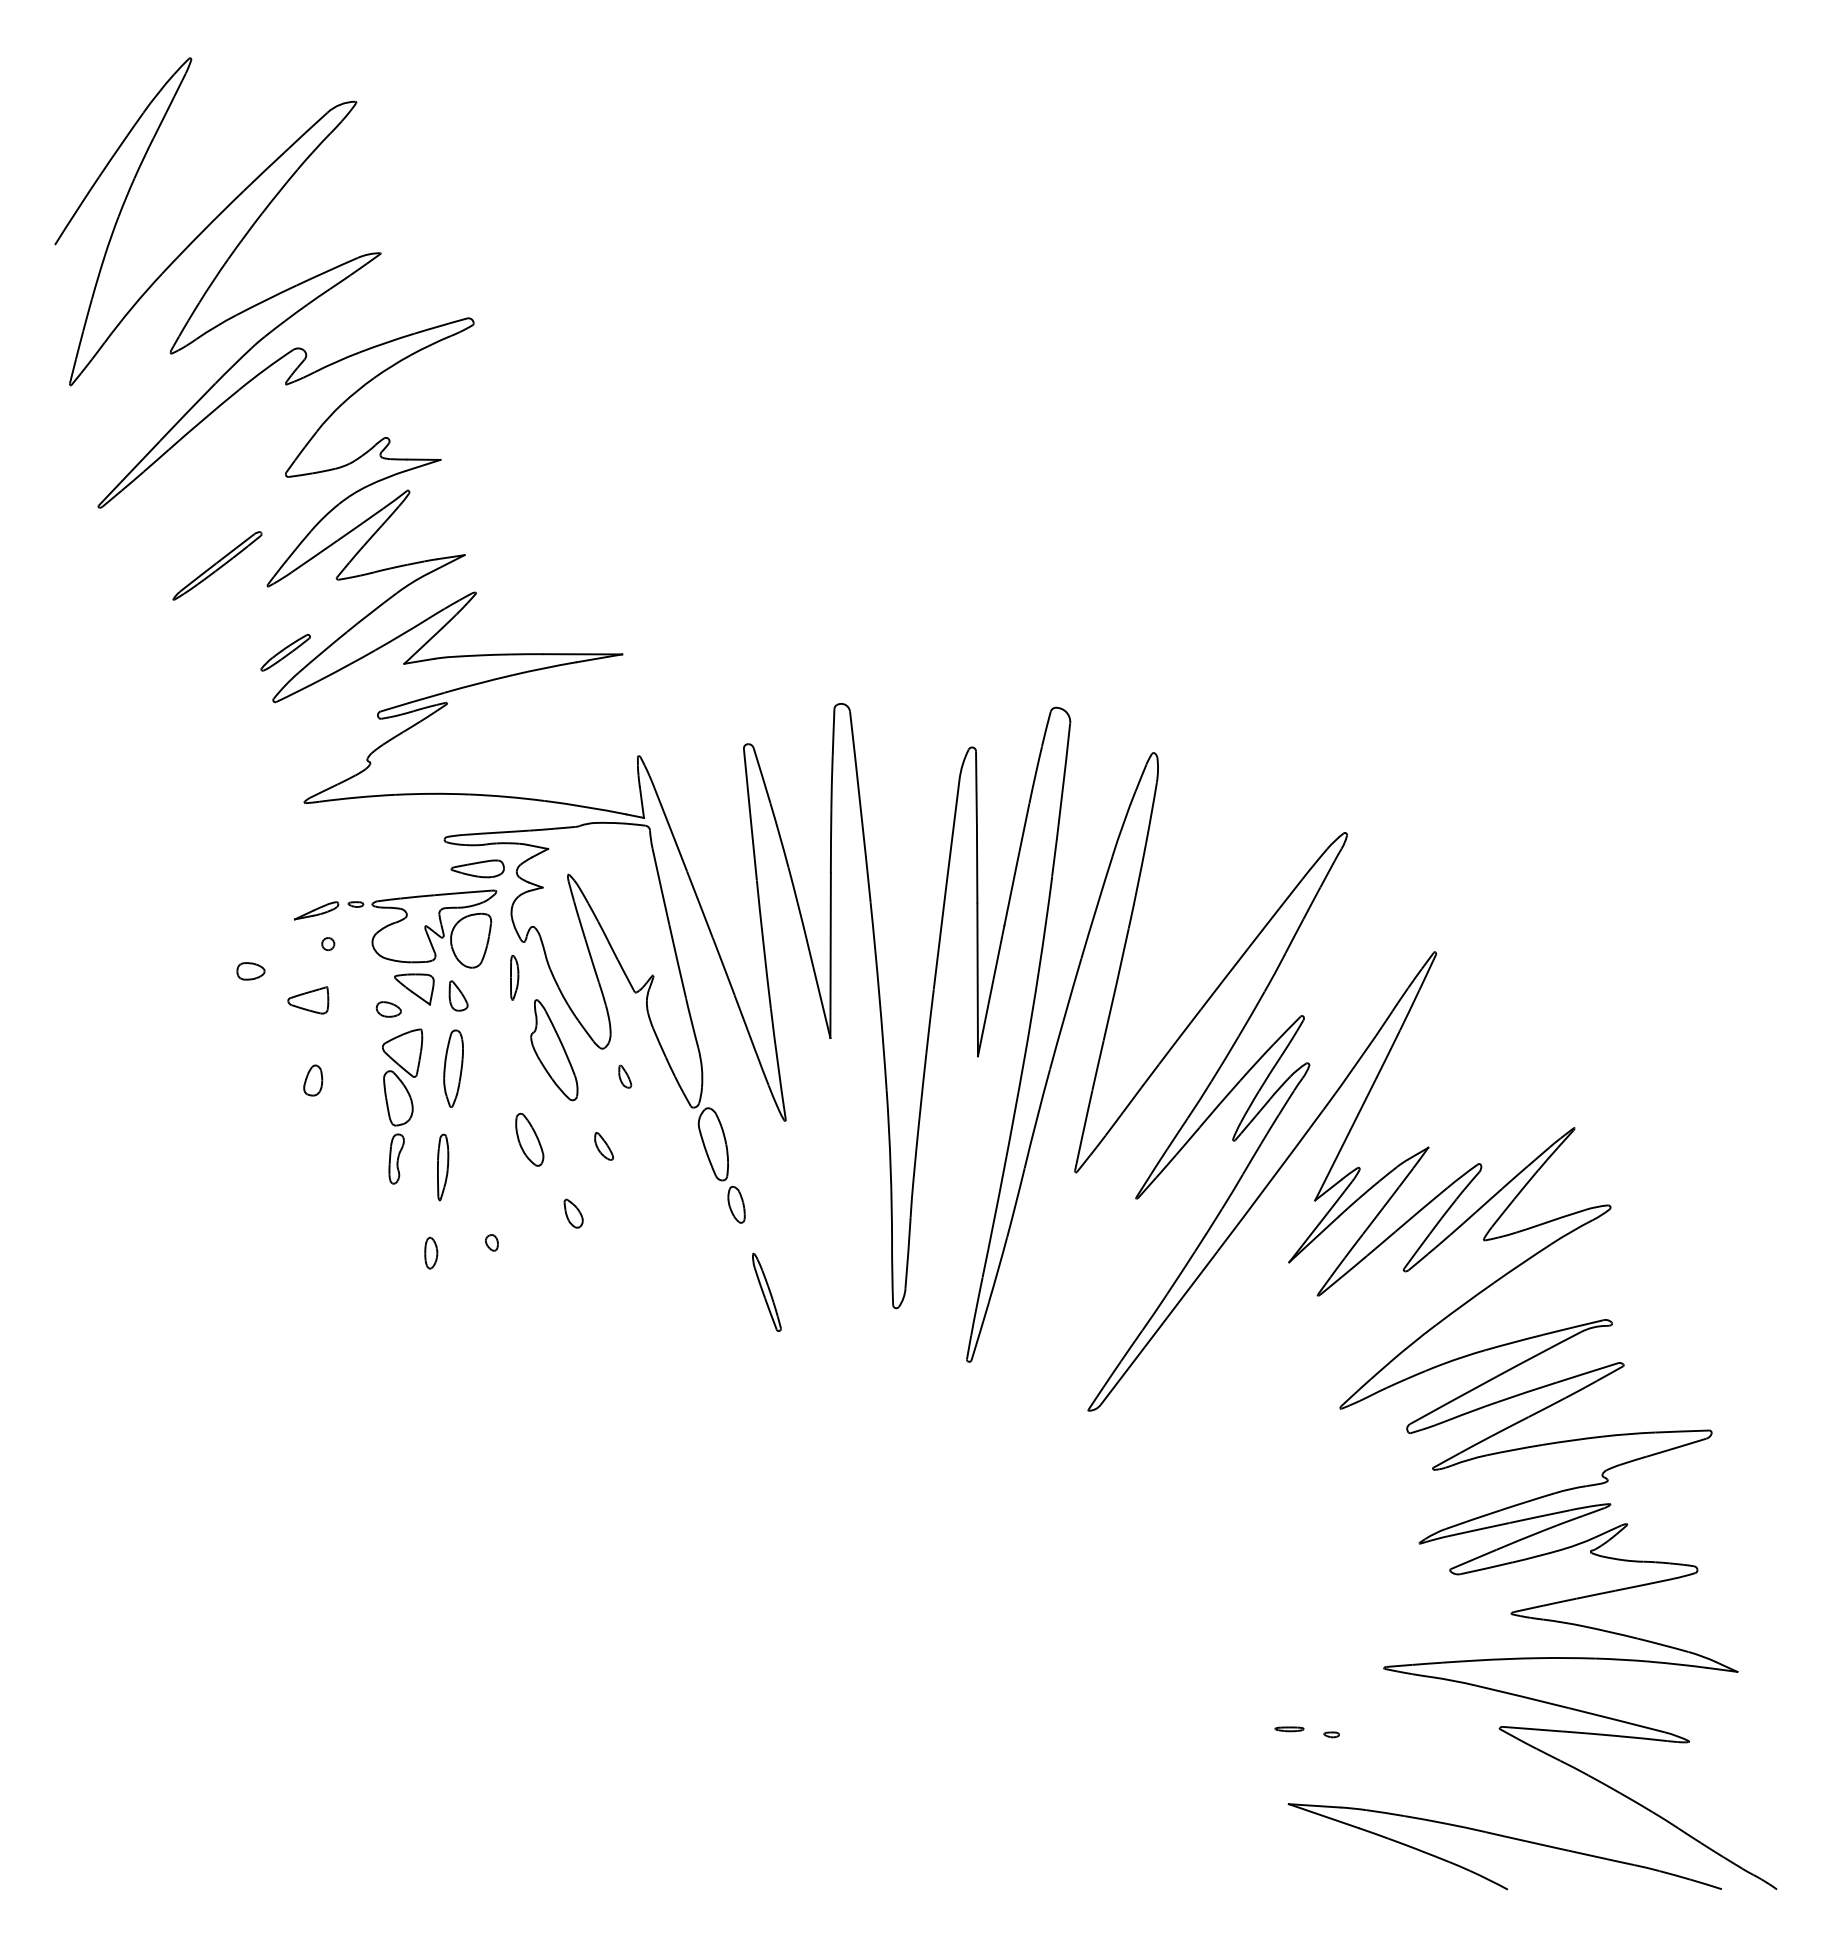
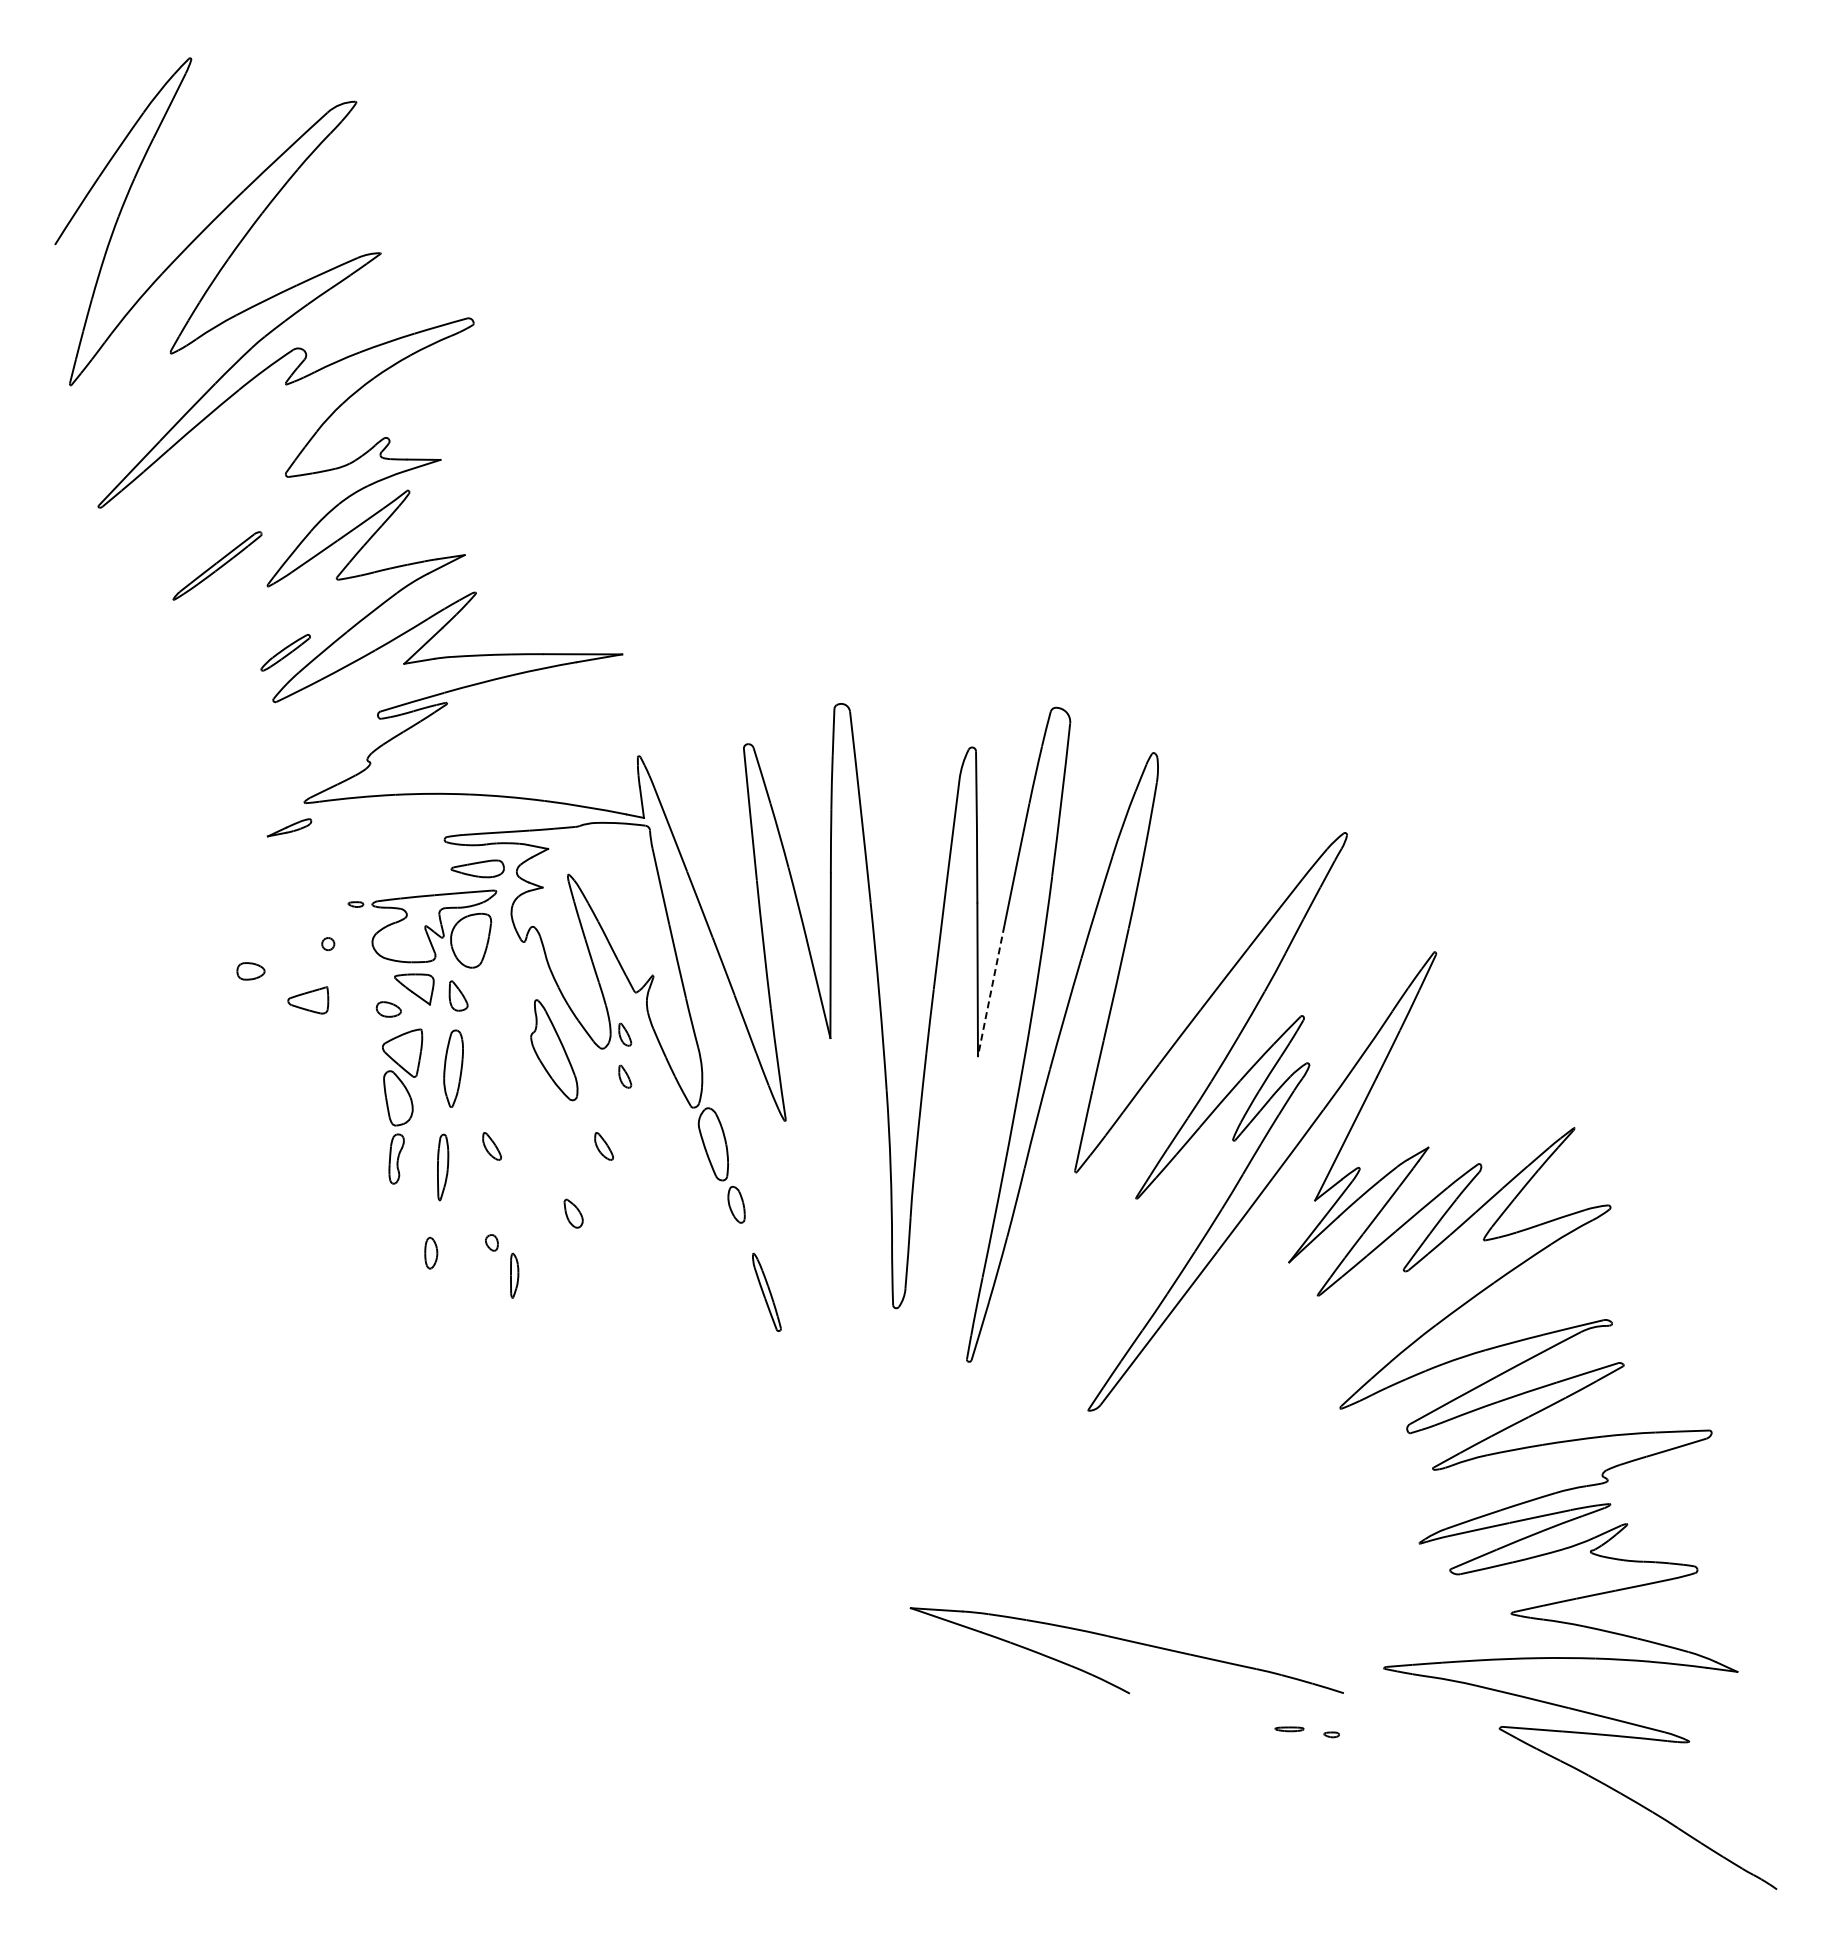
part at (316, 910) position: (316, 910) -> (289, 827)
part at (514, 977) position: (514, 977) -> (514, 1275)
line at (991, 991): solid -> dashed
part at (625, 1034): none -> present
part at (313, 1080): present -> none
part at (529, 1139): present -> none
part at (491, 1146): none -> present
part at (1508, 1838) position: (1508, 1838) -> (1130, 1642)
